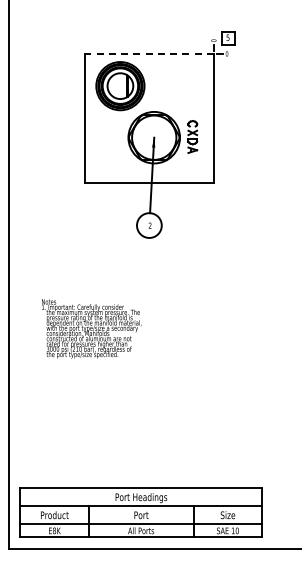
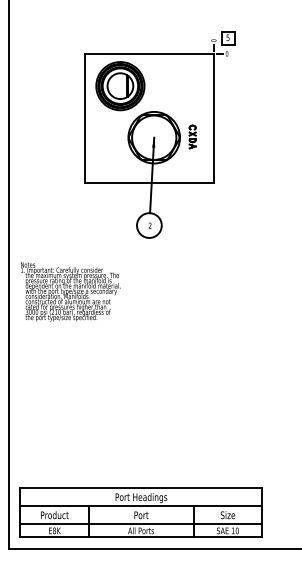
line at (148, 53): dashed -> solid
part at (192, 136) size: 12x34 px -> 9x26 px
text at (91, 328) position: (91, 328) -> (70, 291)
